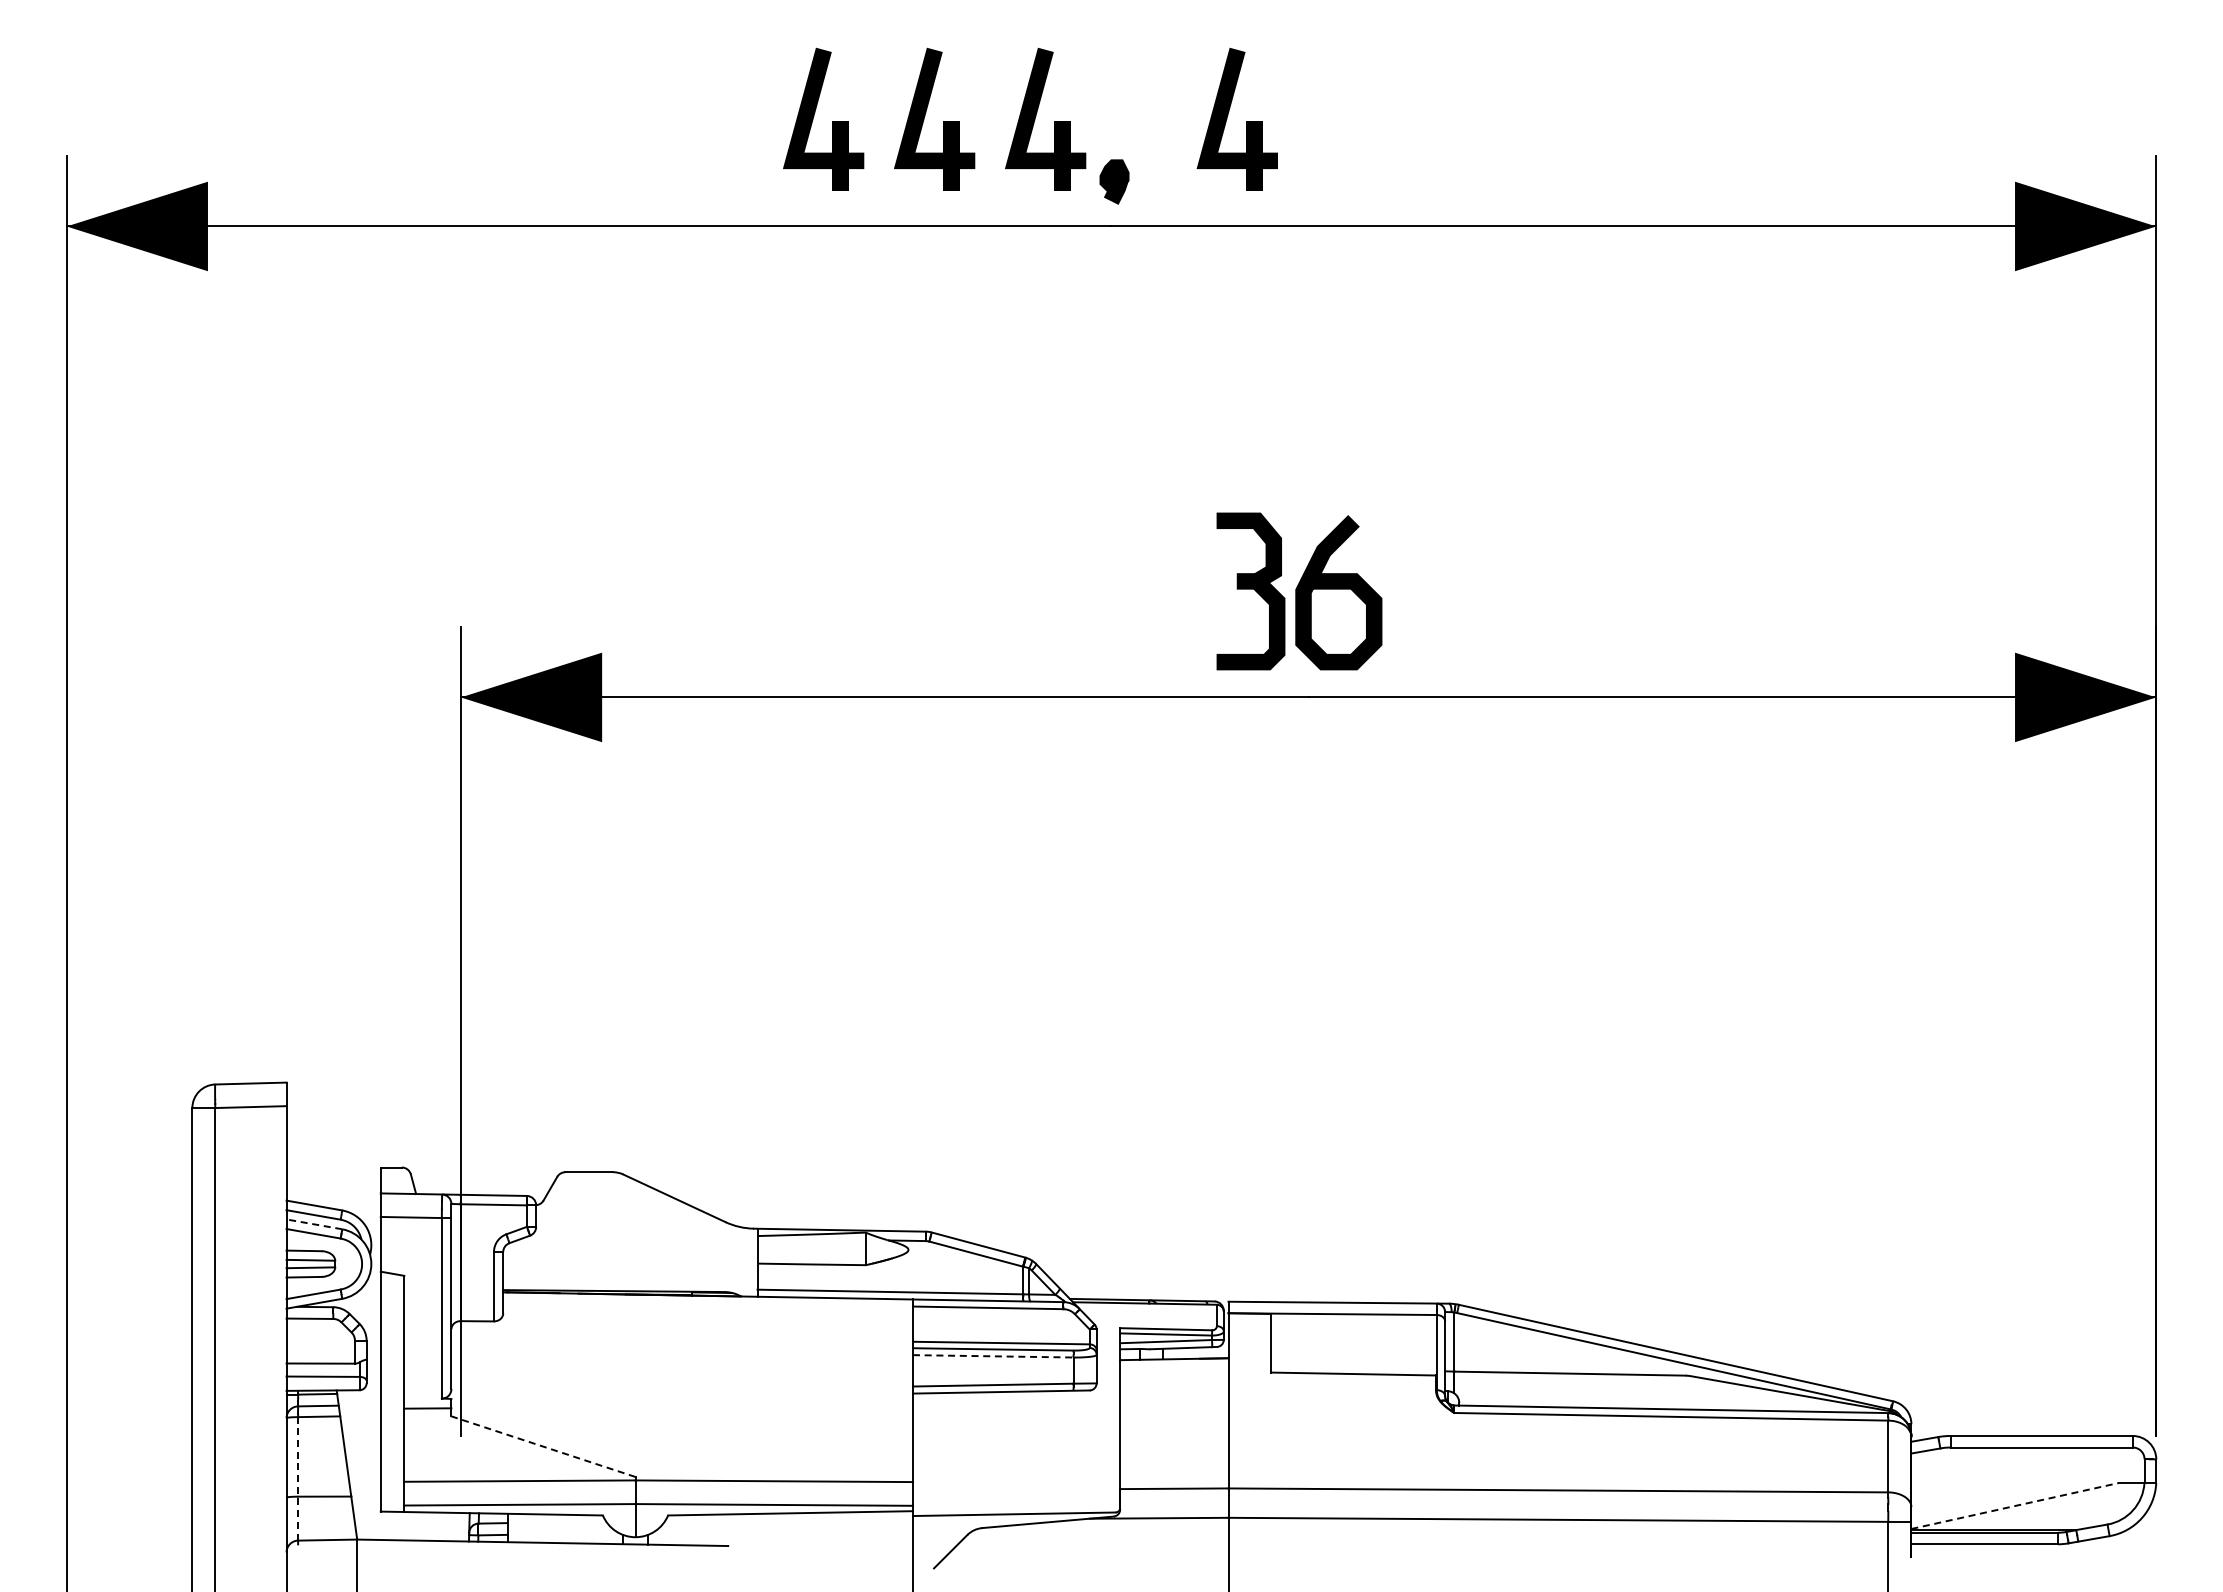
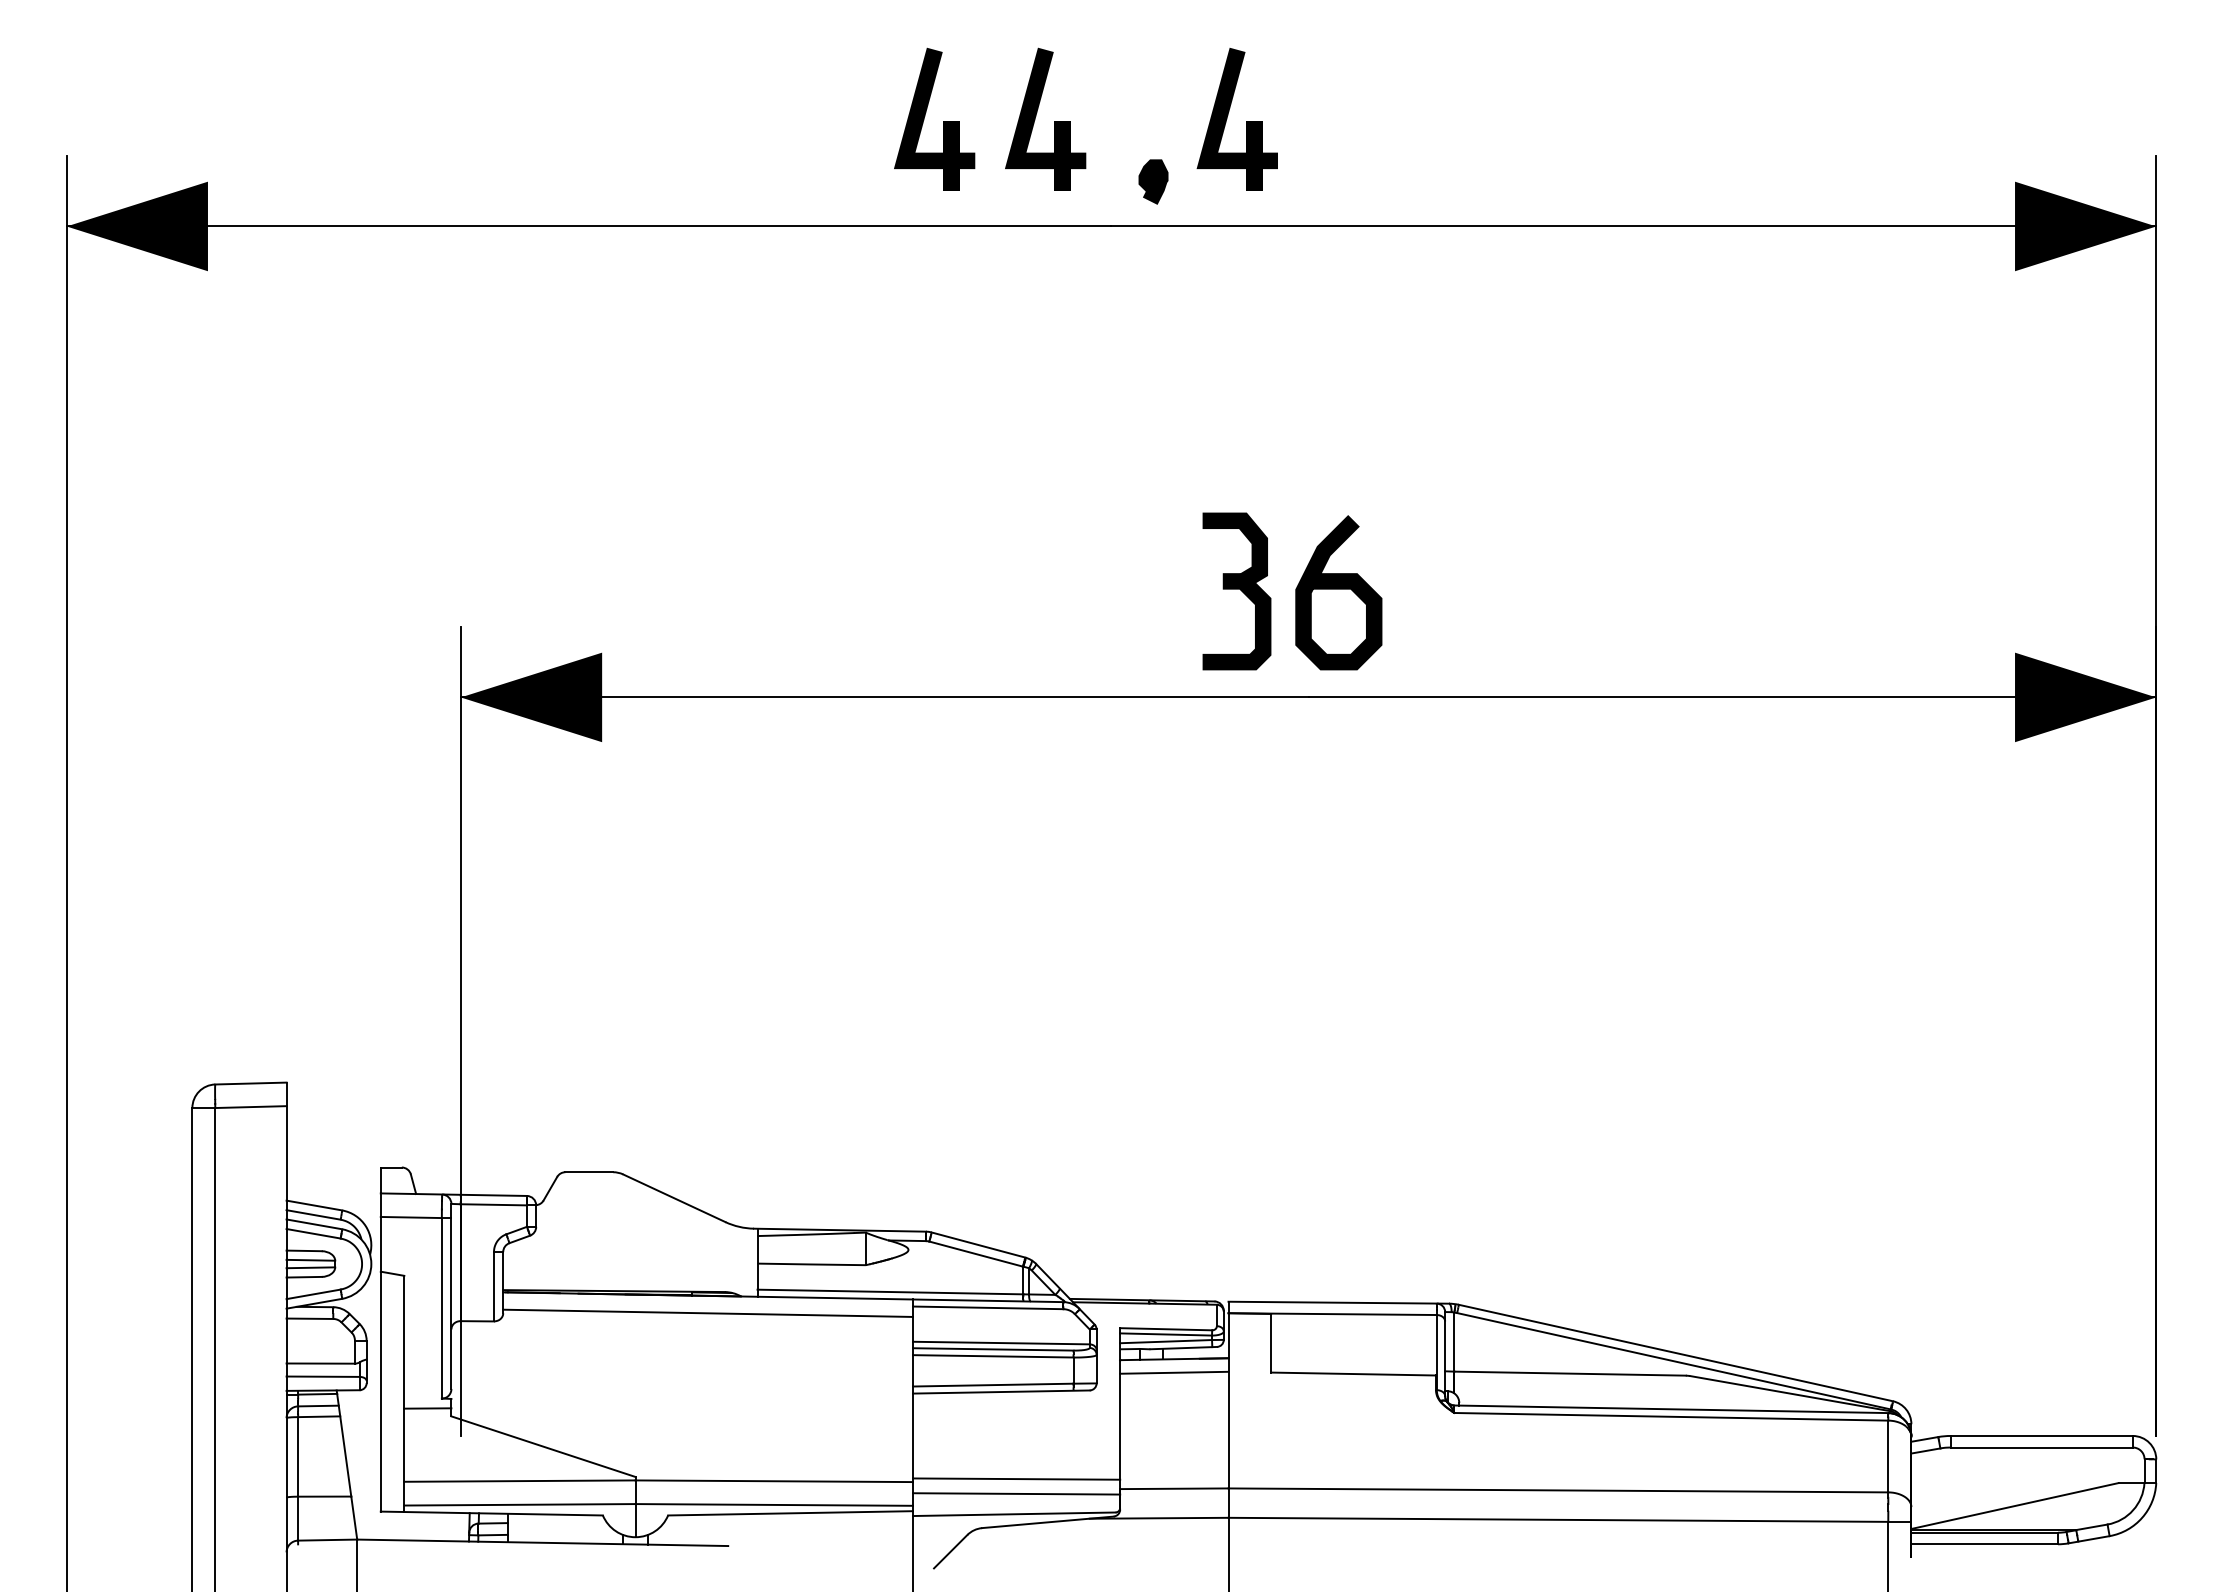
part at (814, 116): present -> none
part at (1114, 181) position: (1114, 181) -> (1153, 181)
part at (1250, 591) position: (1250, 591) -> (1236, 591)
line at (313, 1224): dashed -> solid
line at (707, 1312): none -> present
line at (993, 1356): dashed -> solid
line at (1174, 1372): none -> present
line at (543, 1446): dashed -> solid
line at (298, 1478): dashed -> solid
line at (1016, 1478): none -> present
line at (1016, 1493): none -> present
line at (2015, 1505): dashed -> solid
